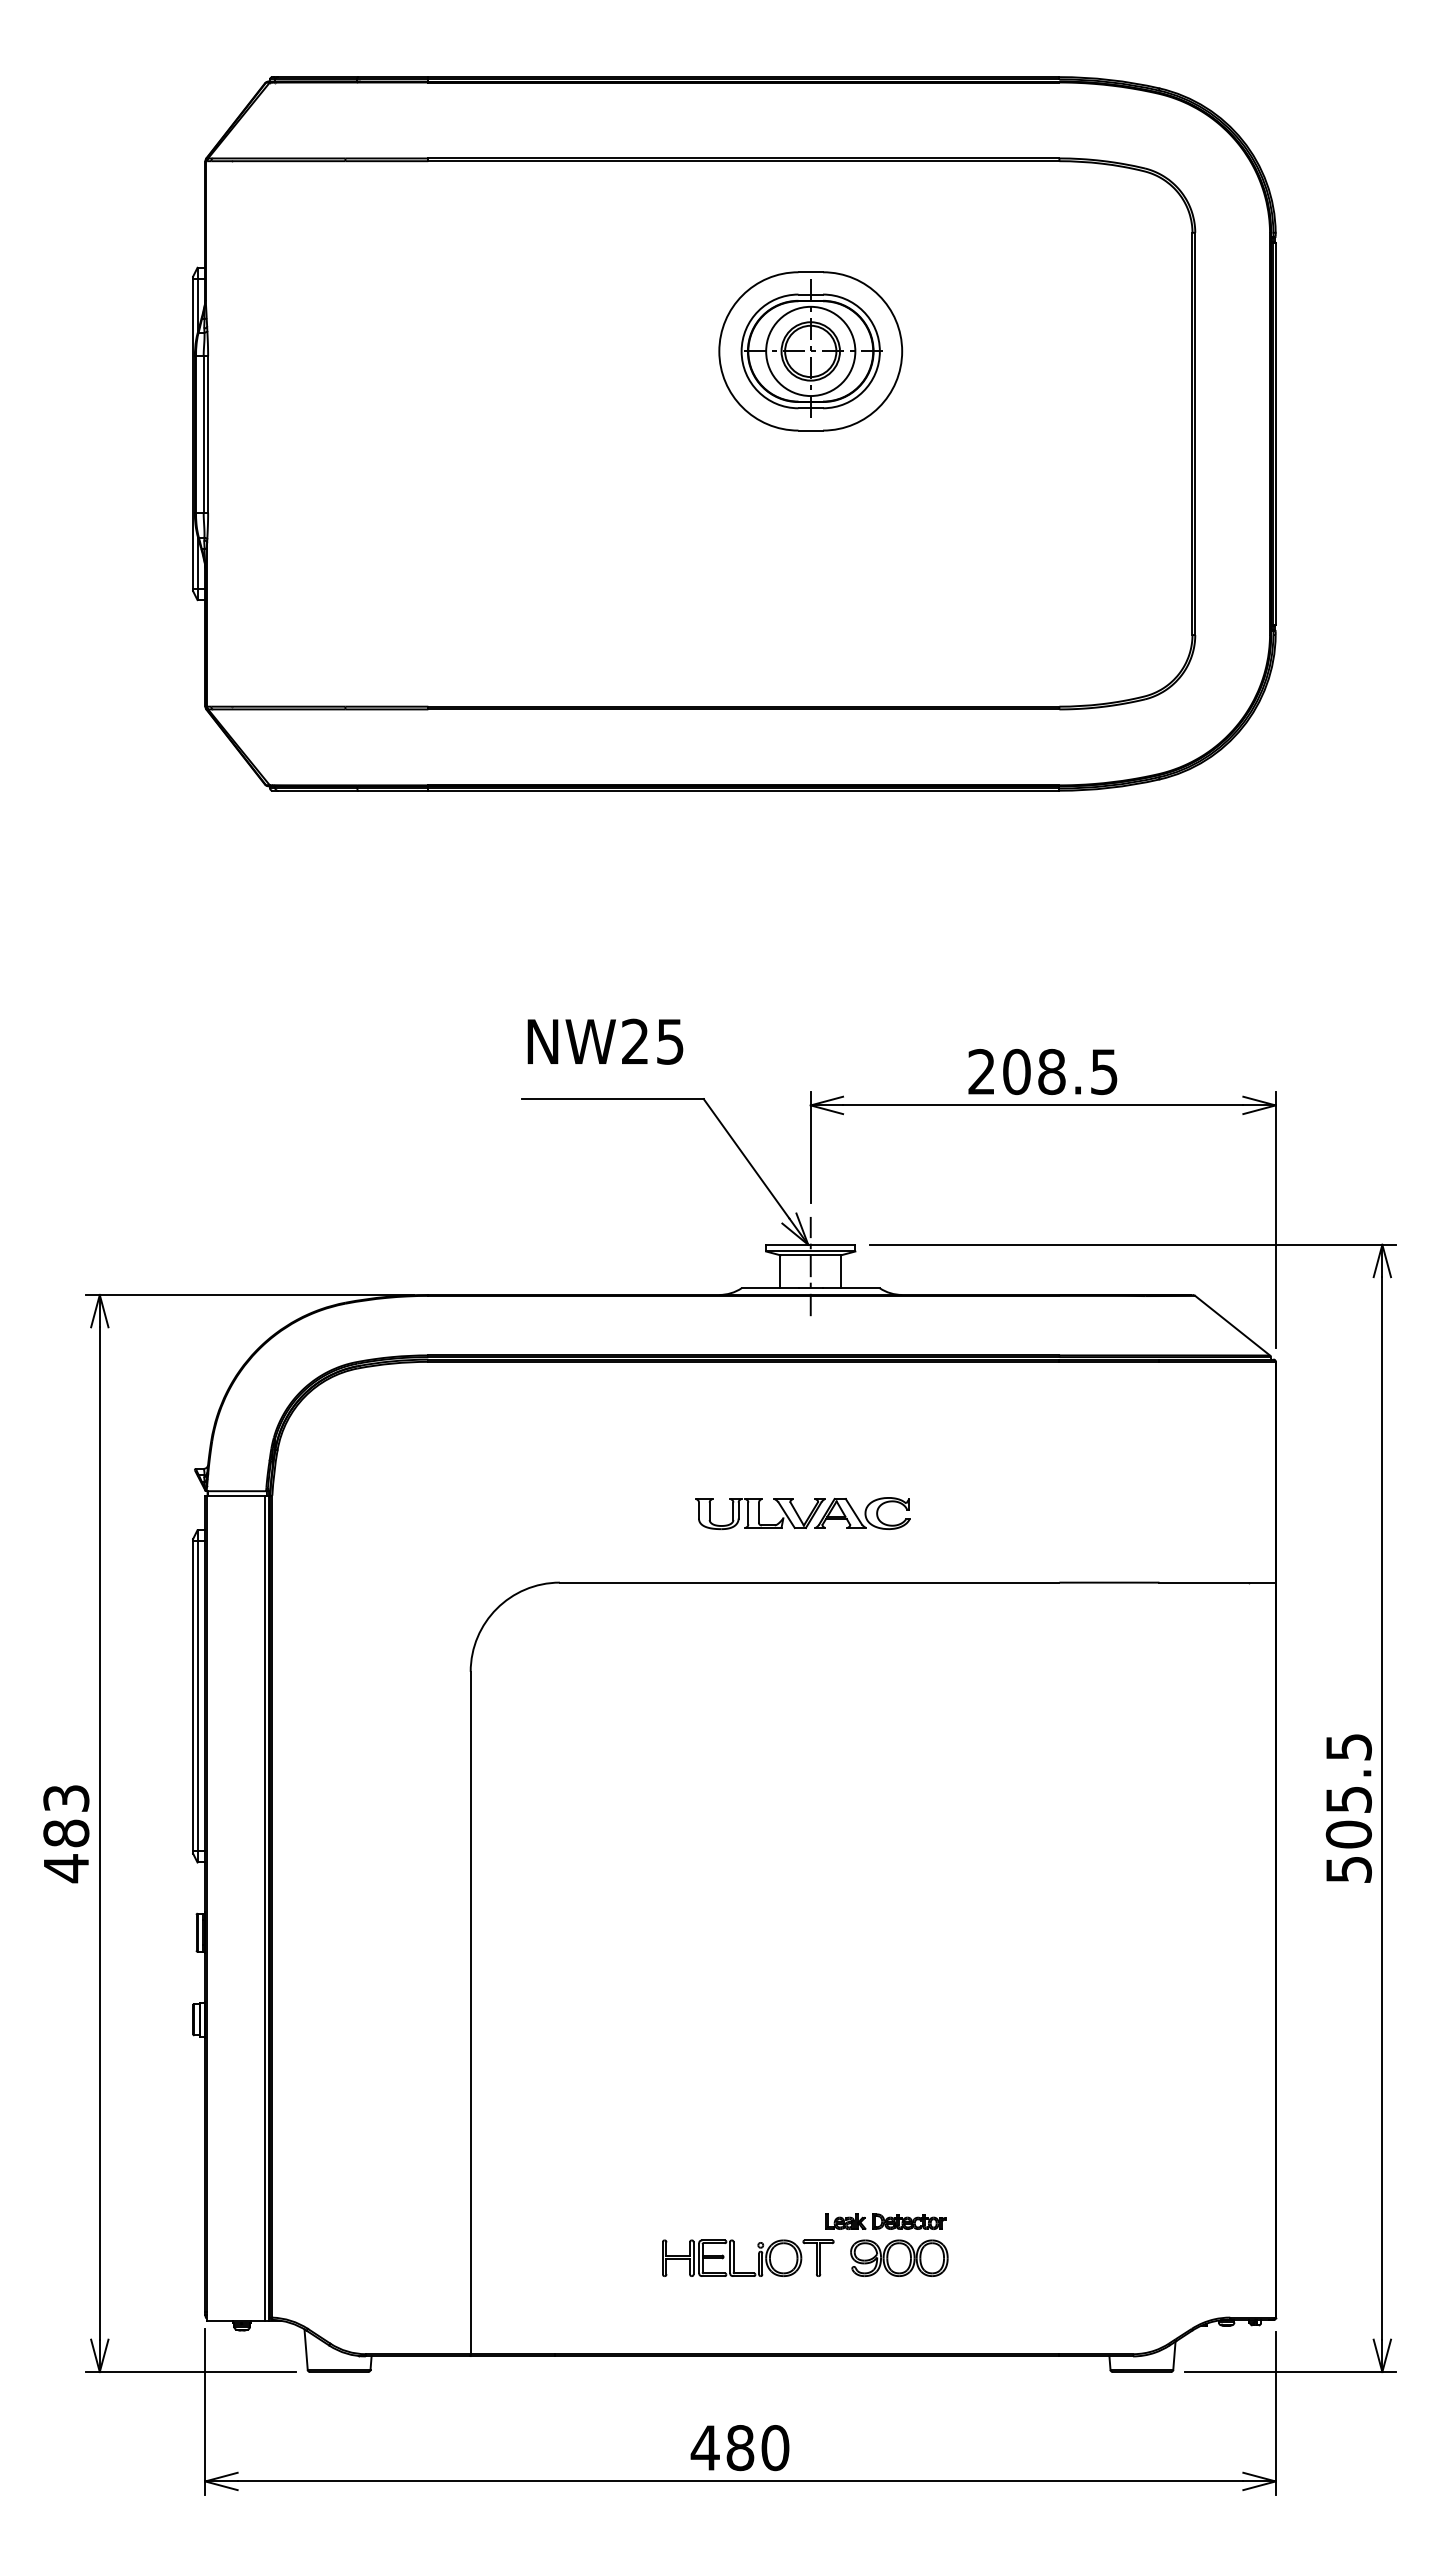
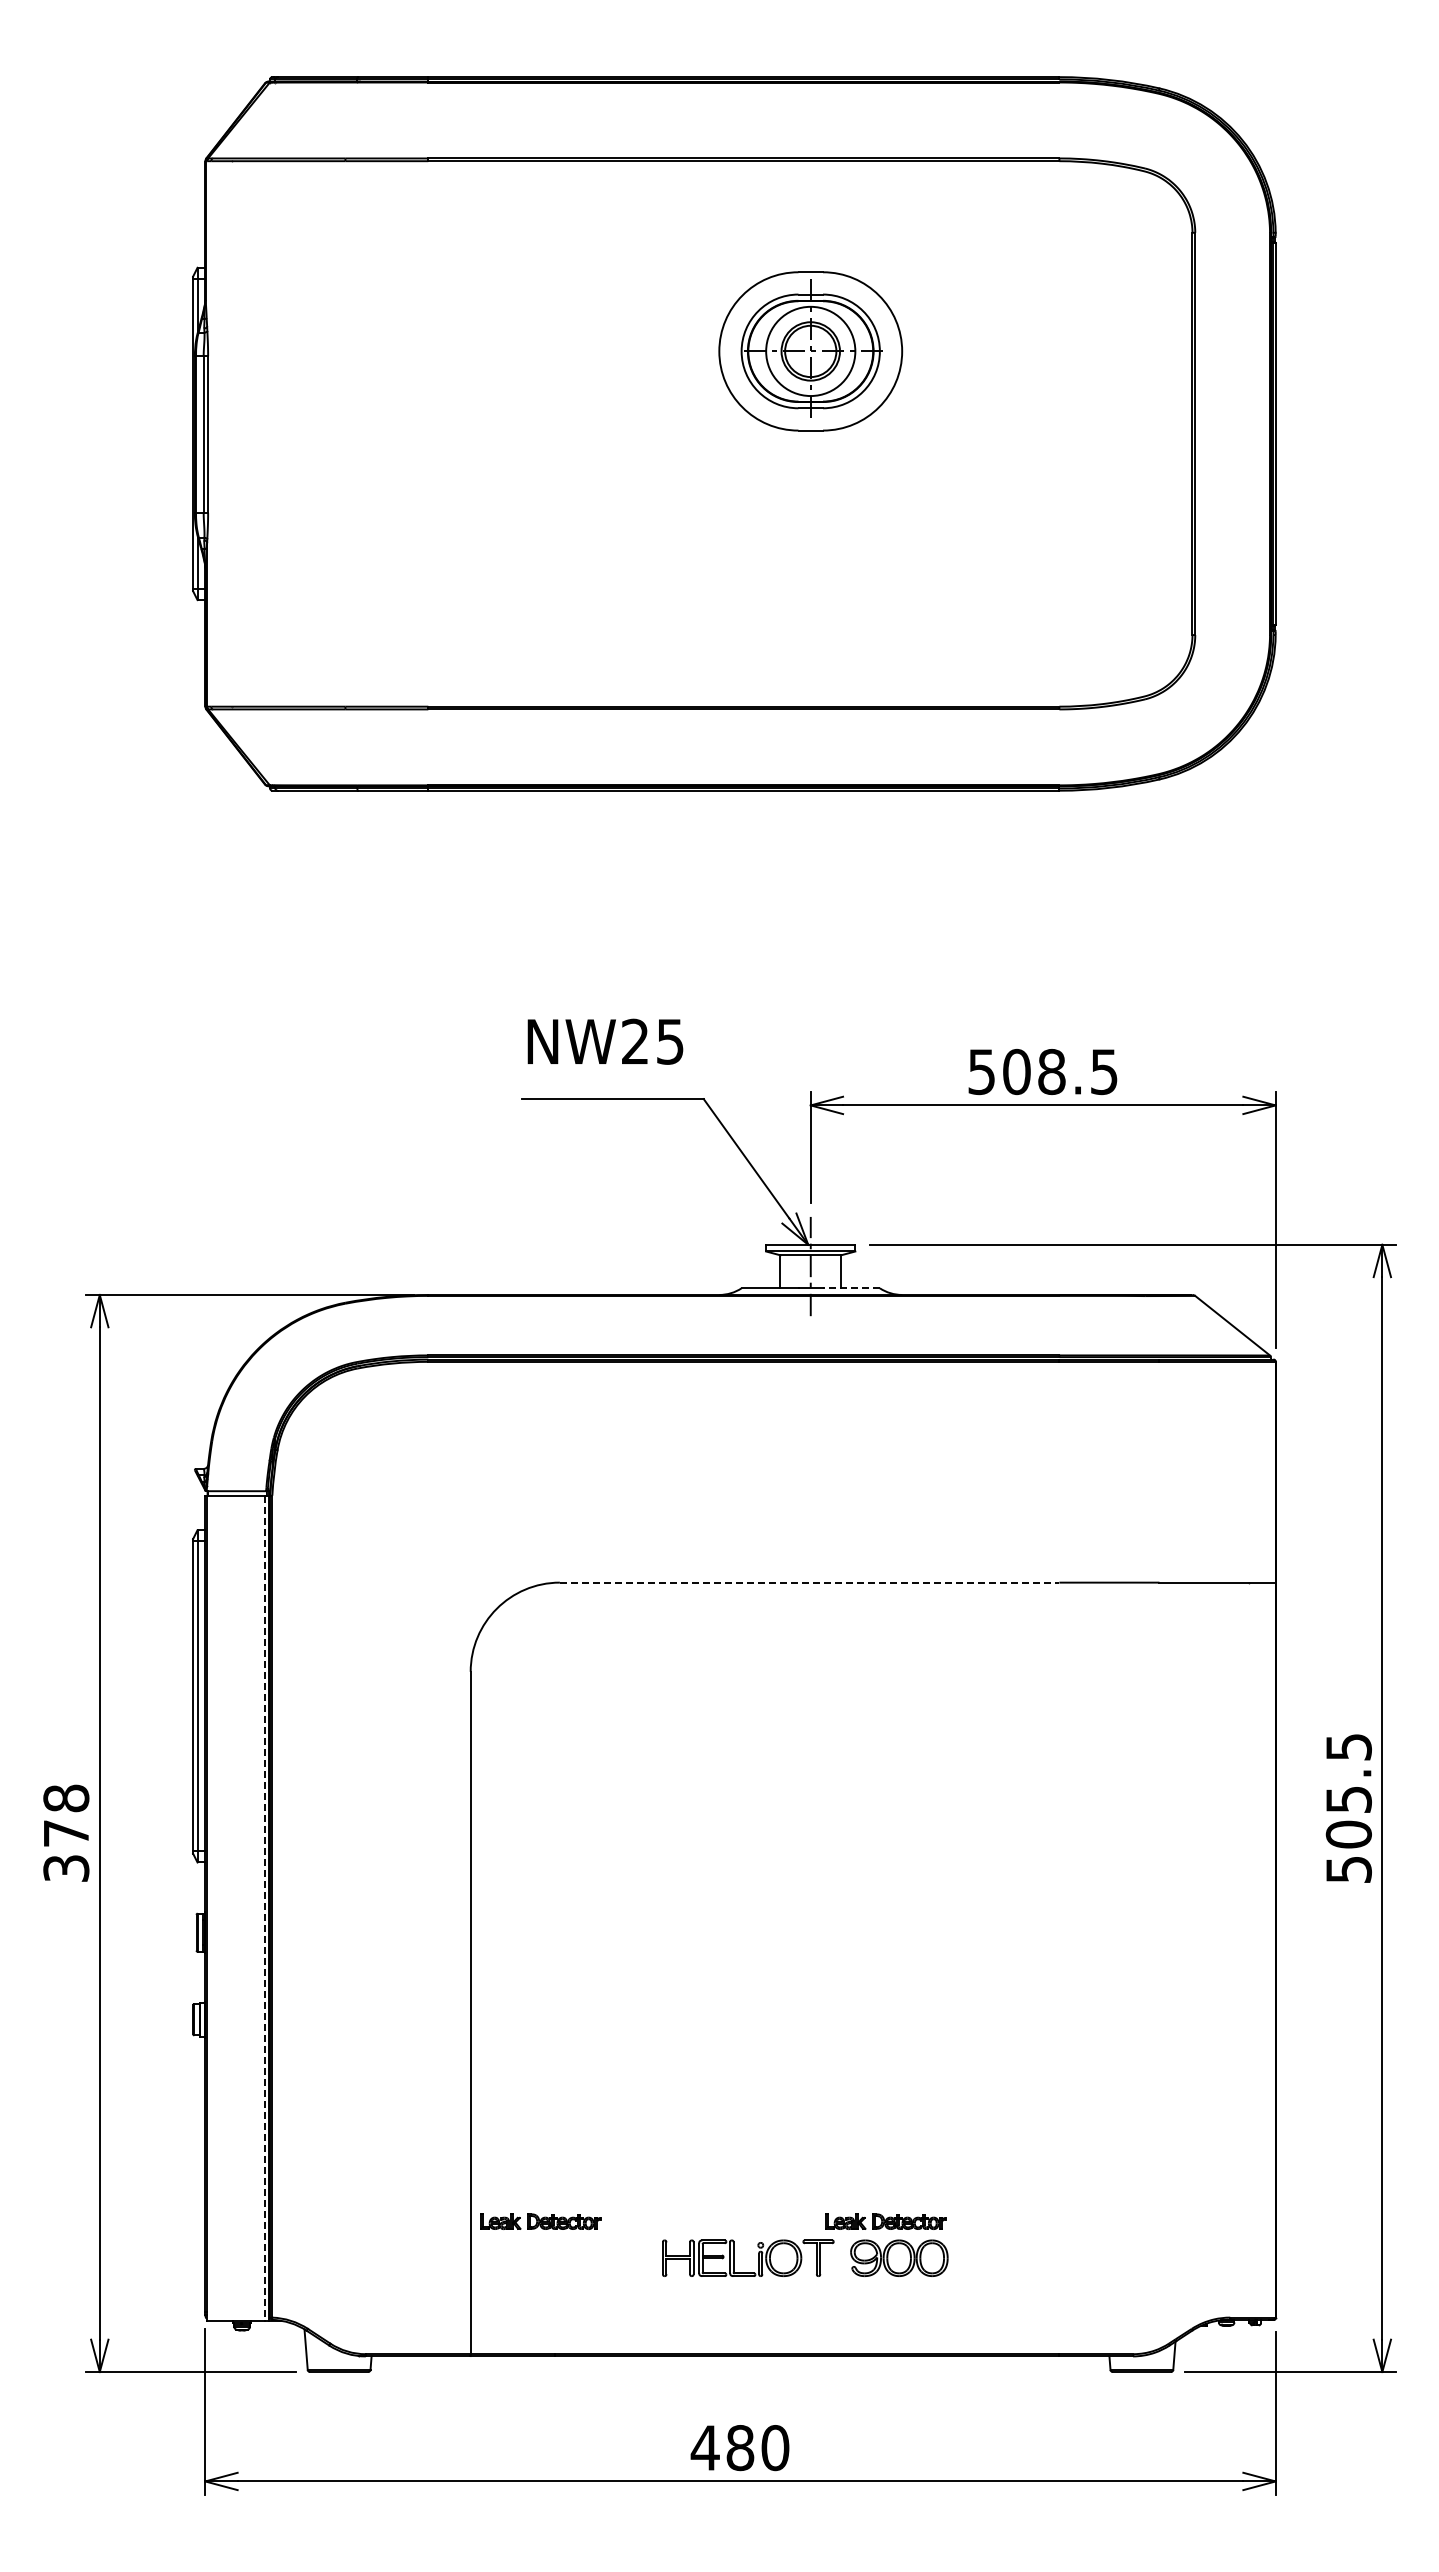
text at (981, 1071): 208.5 -> 508.5
line at (850, 1288): solid -> dashed
part at (802, 1513): present -> none
line at (809, 1582): solid -> dashed
text at (66, 1833): 483 -> 378
line at (264, 1908): solid -> dashed
part at (540, 2221): none -> present
